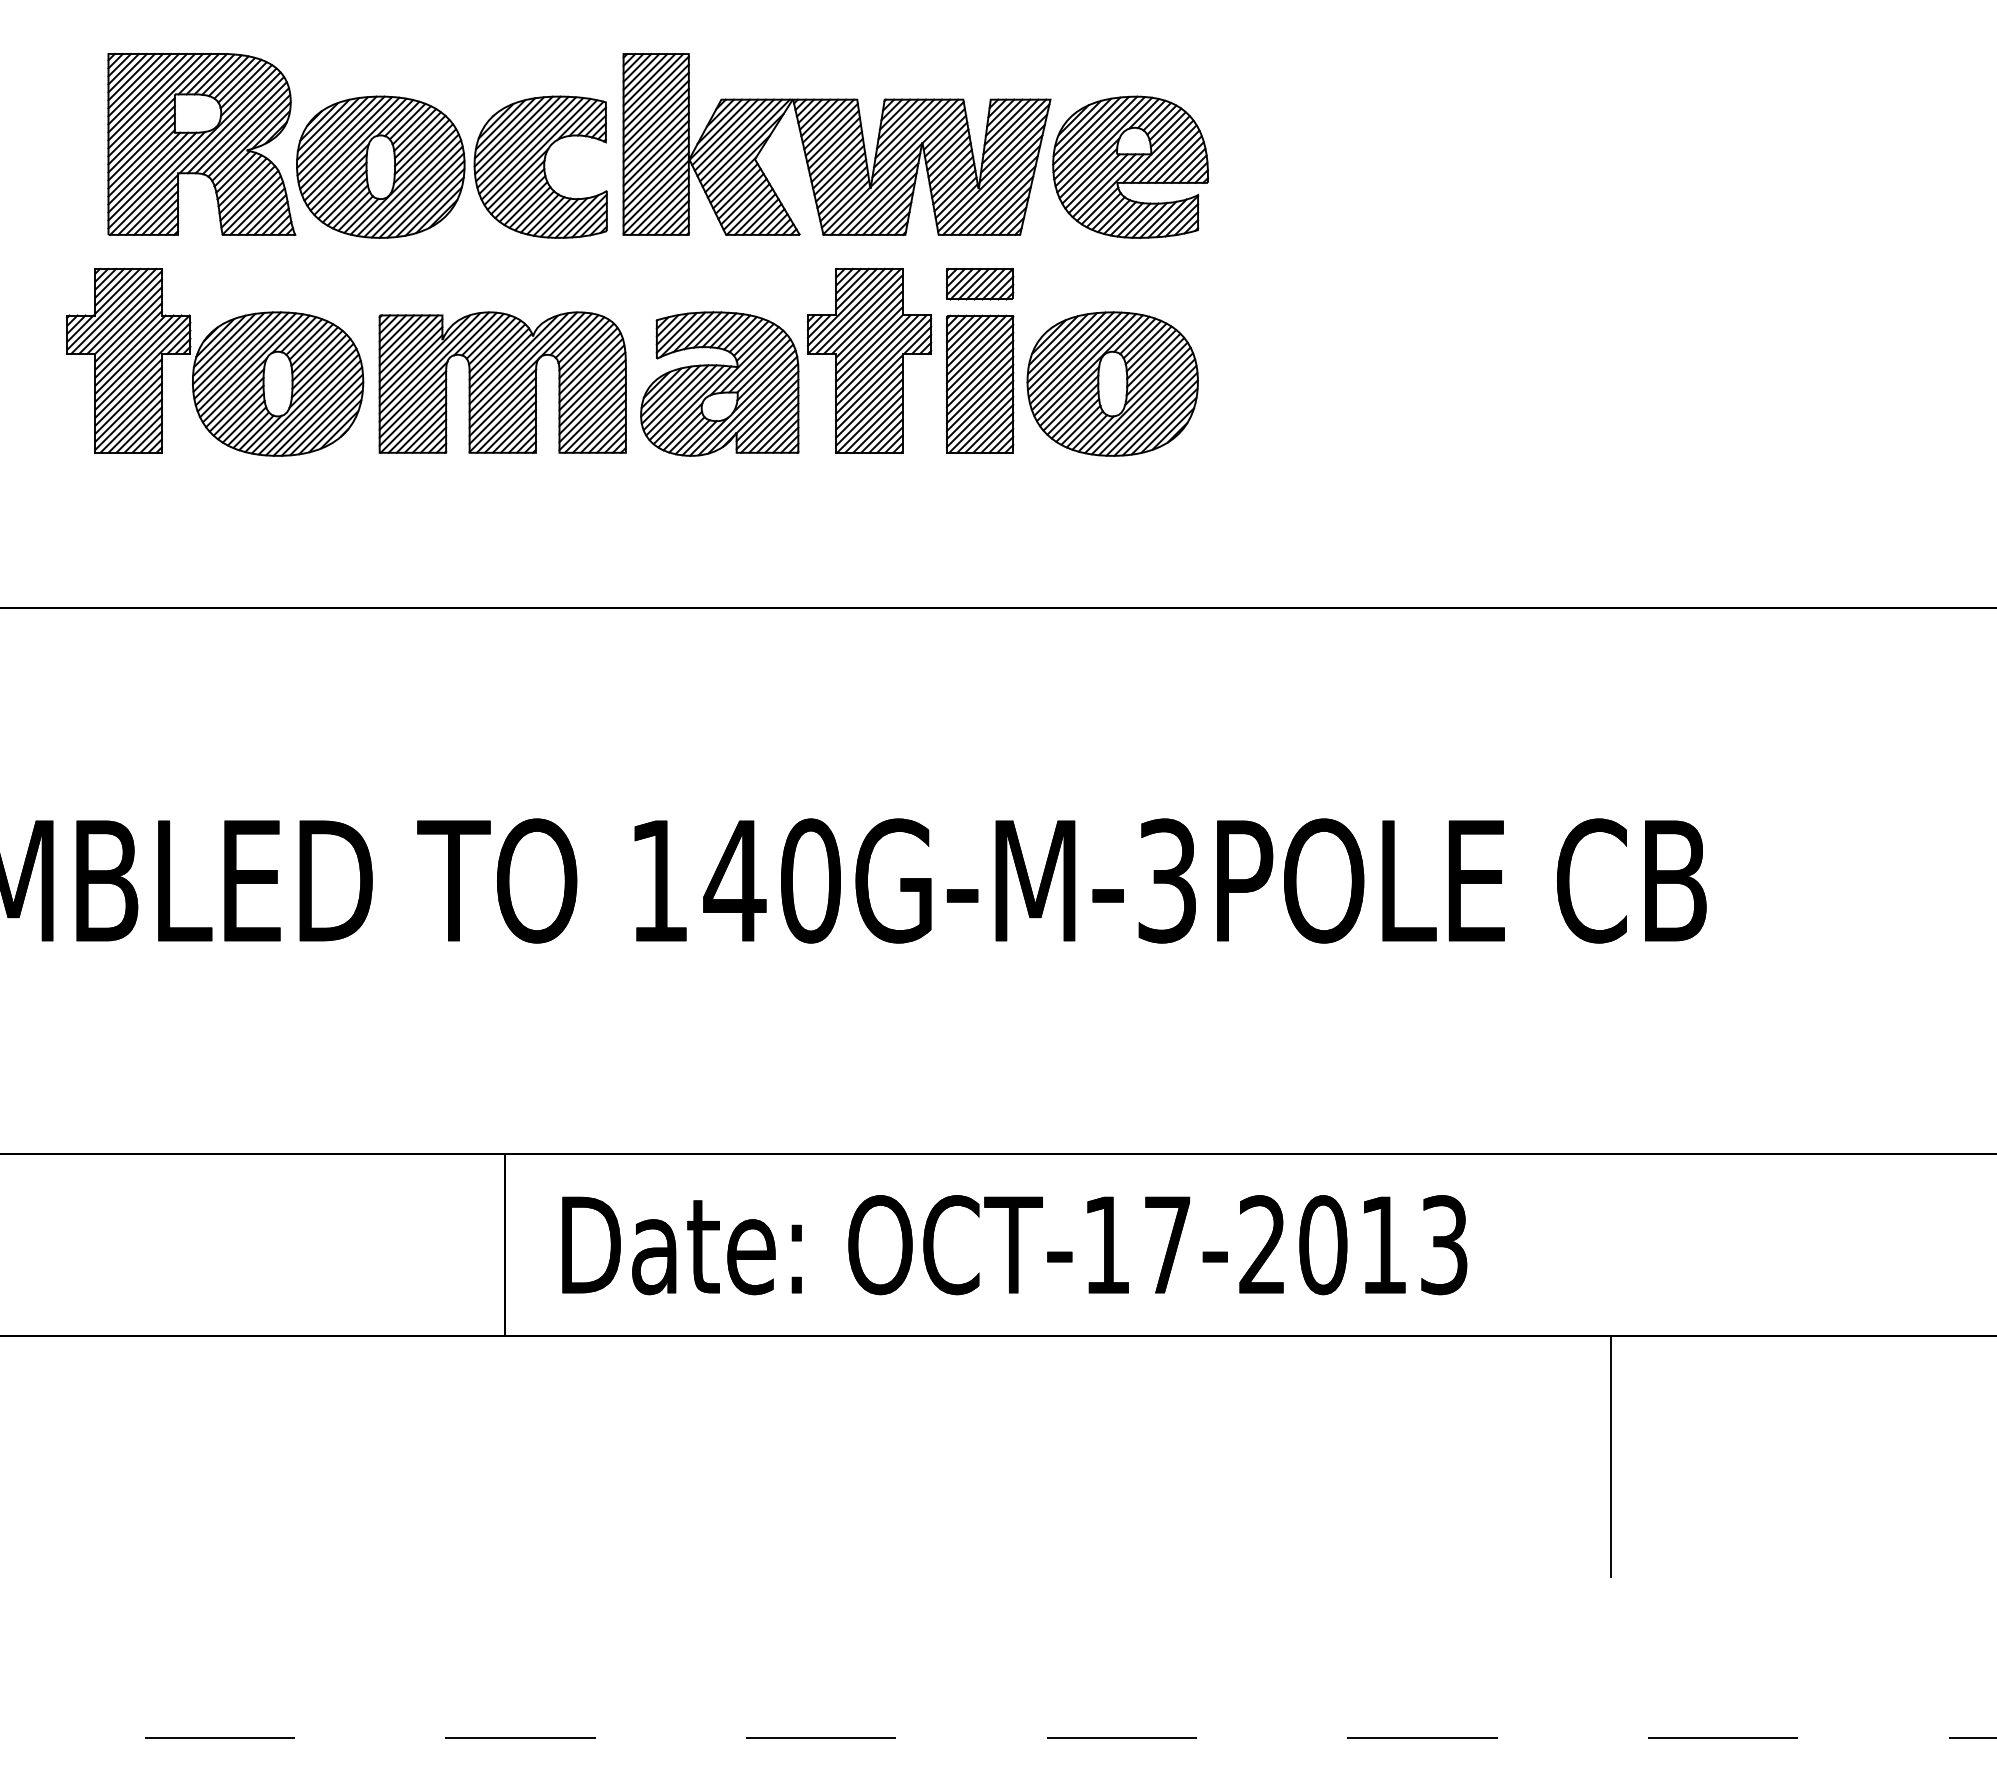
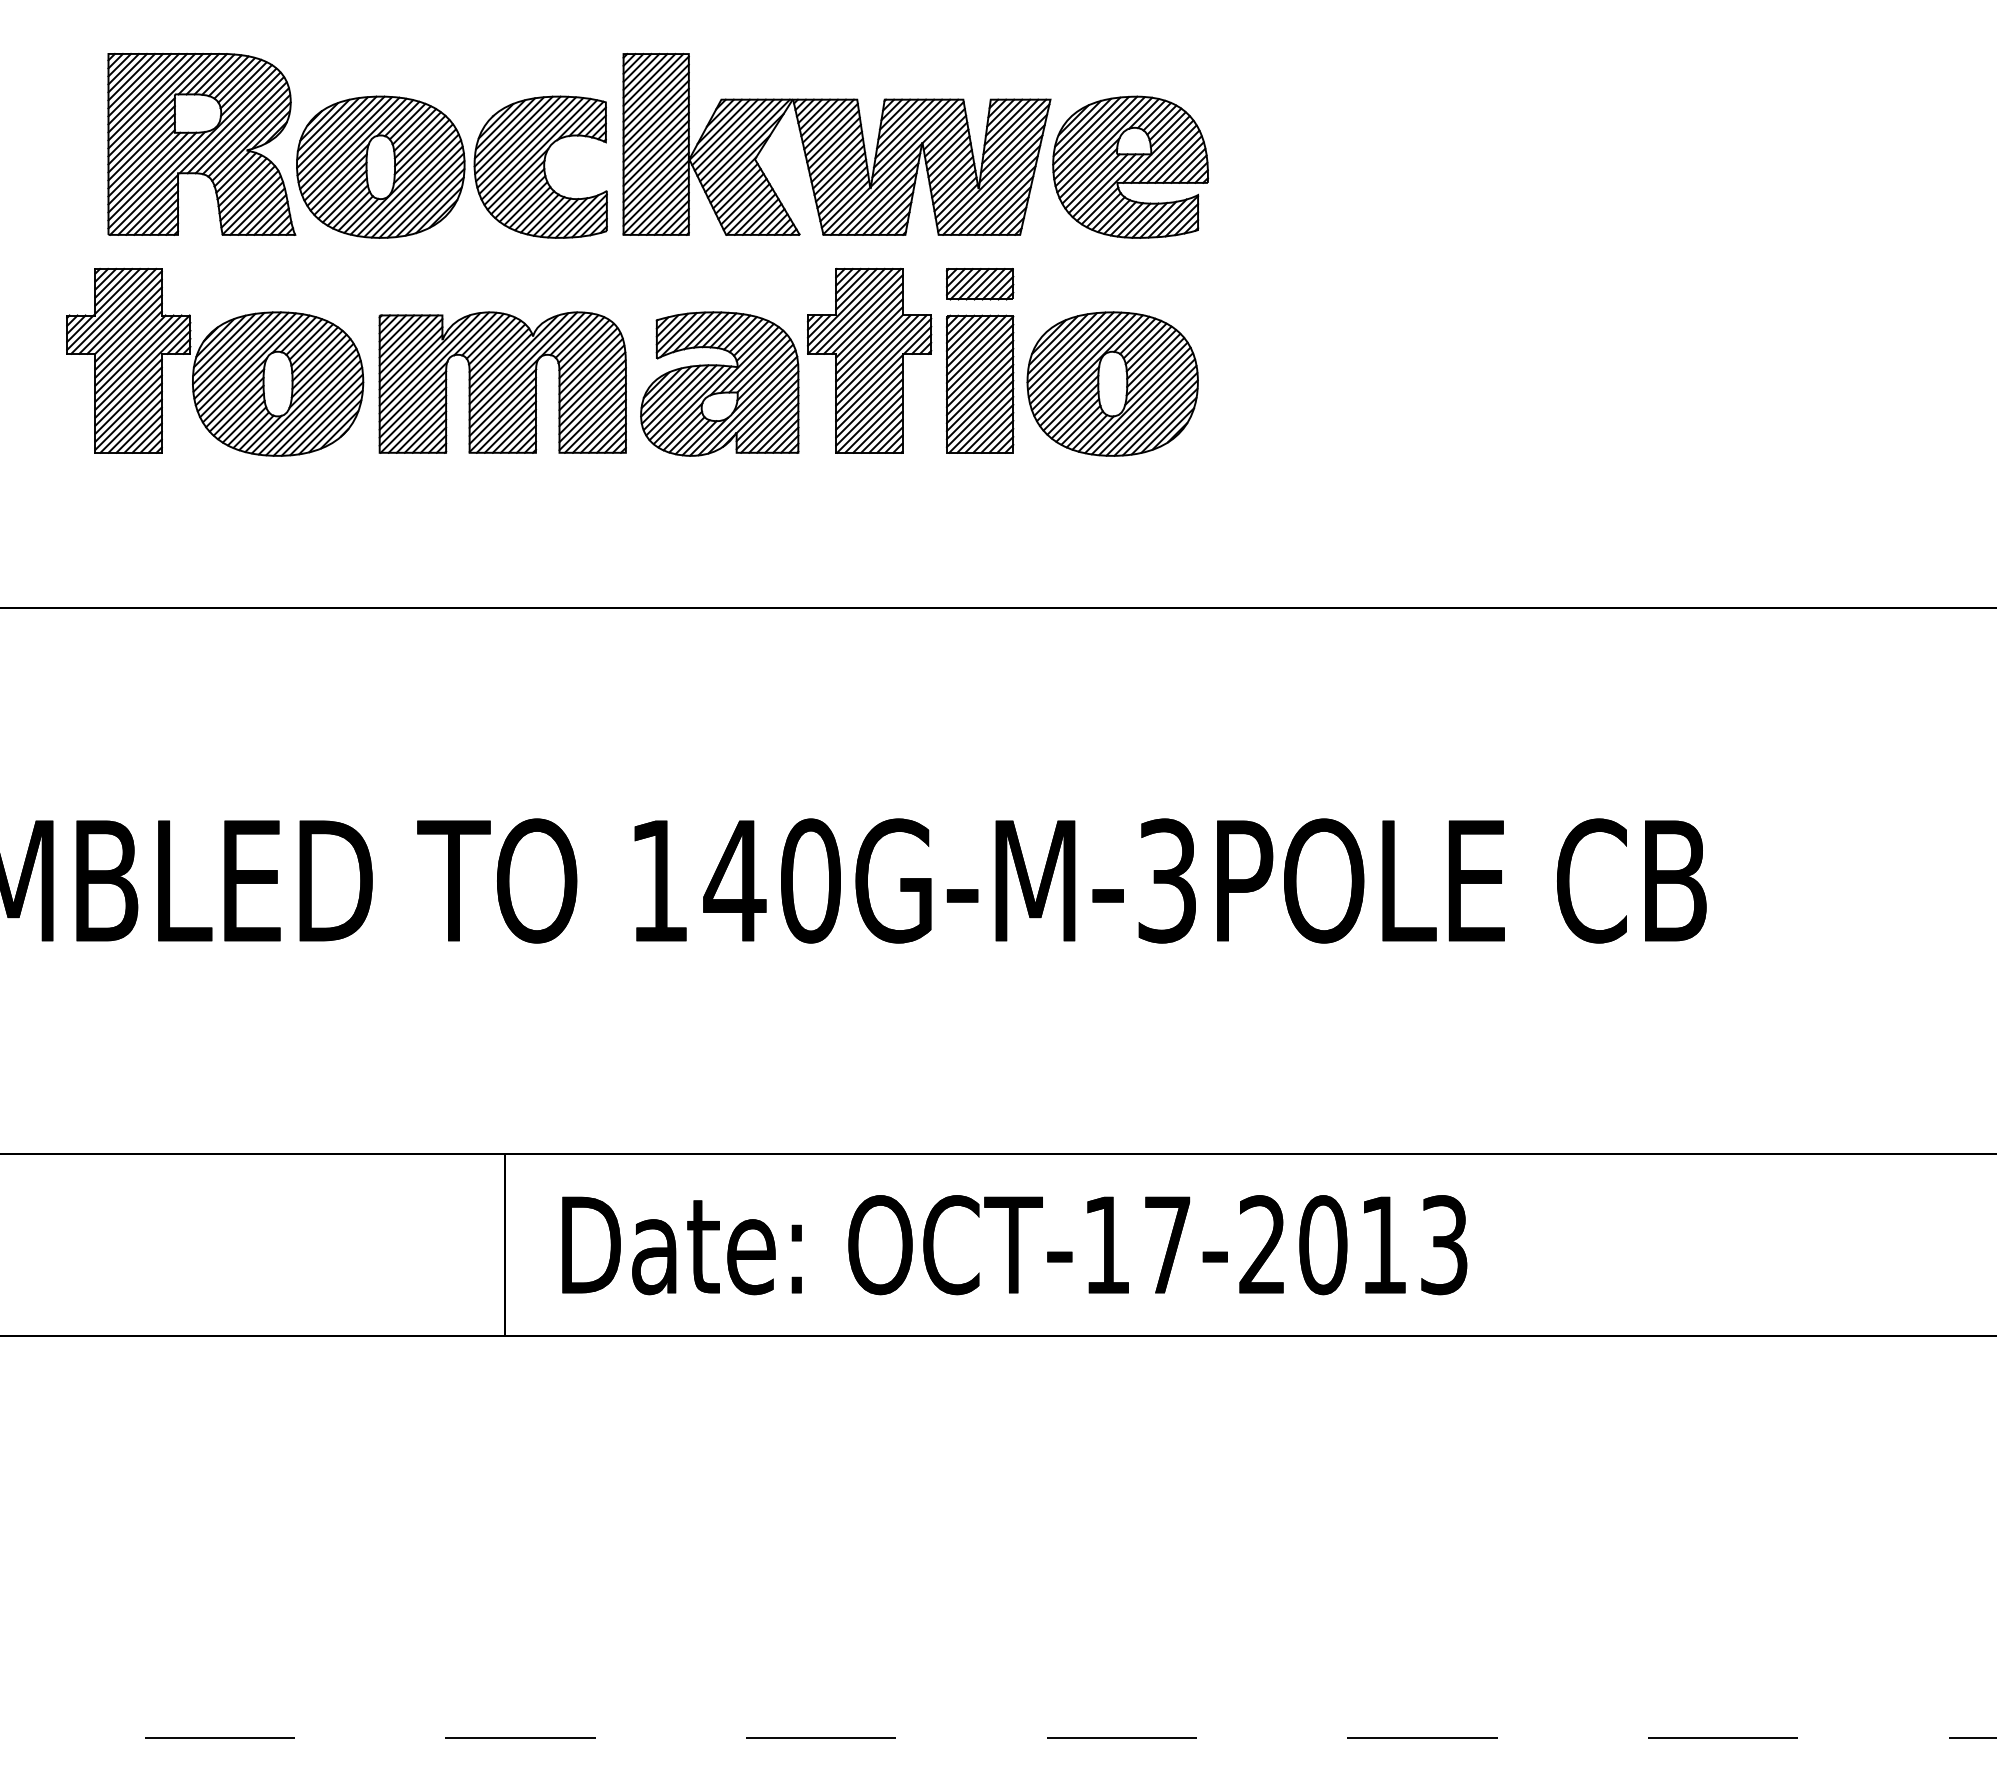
line at (1610, 1456): present -> none
